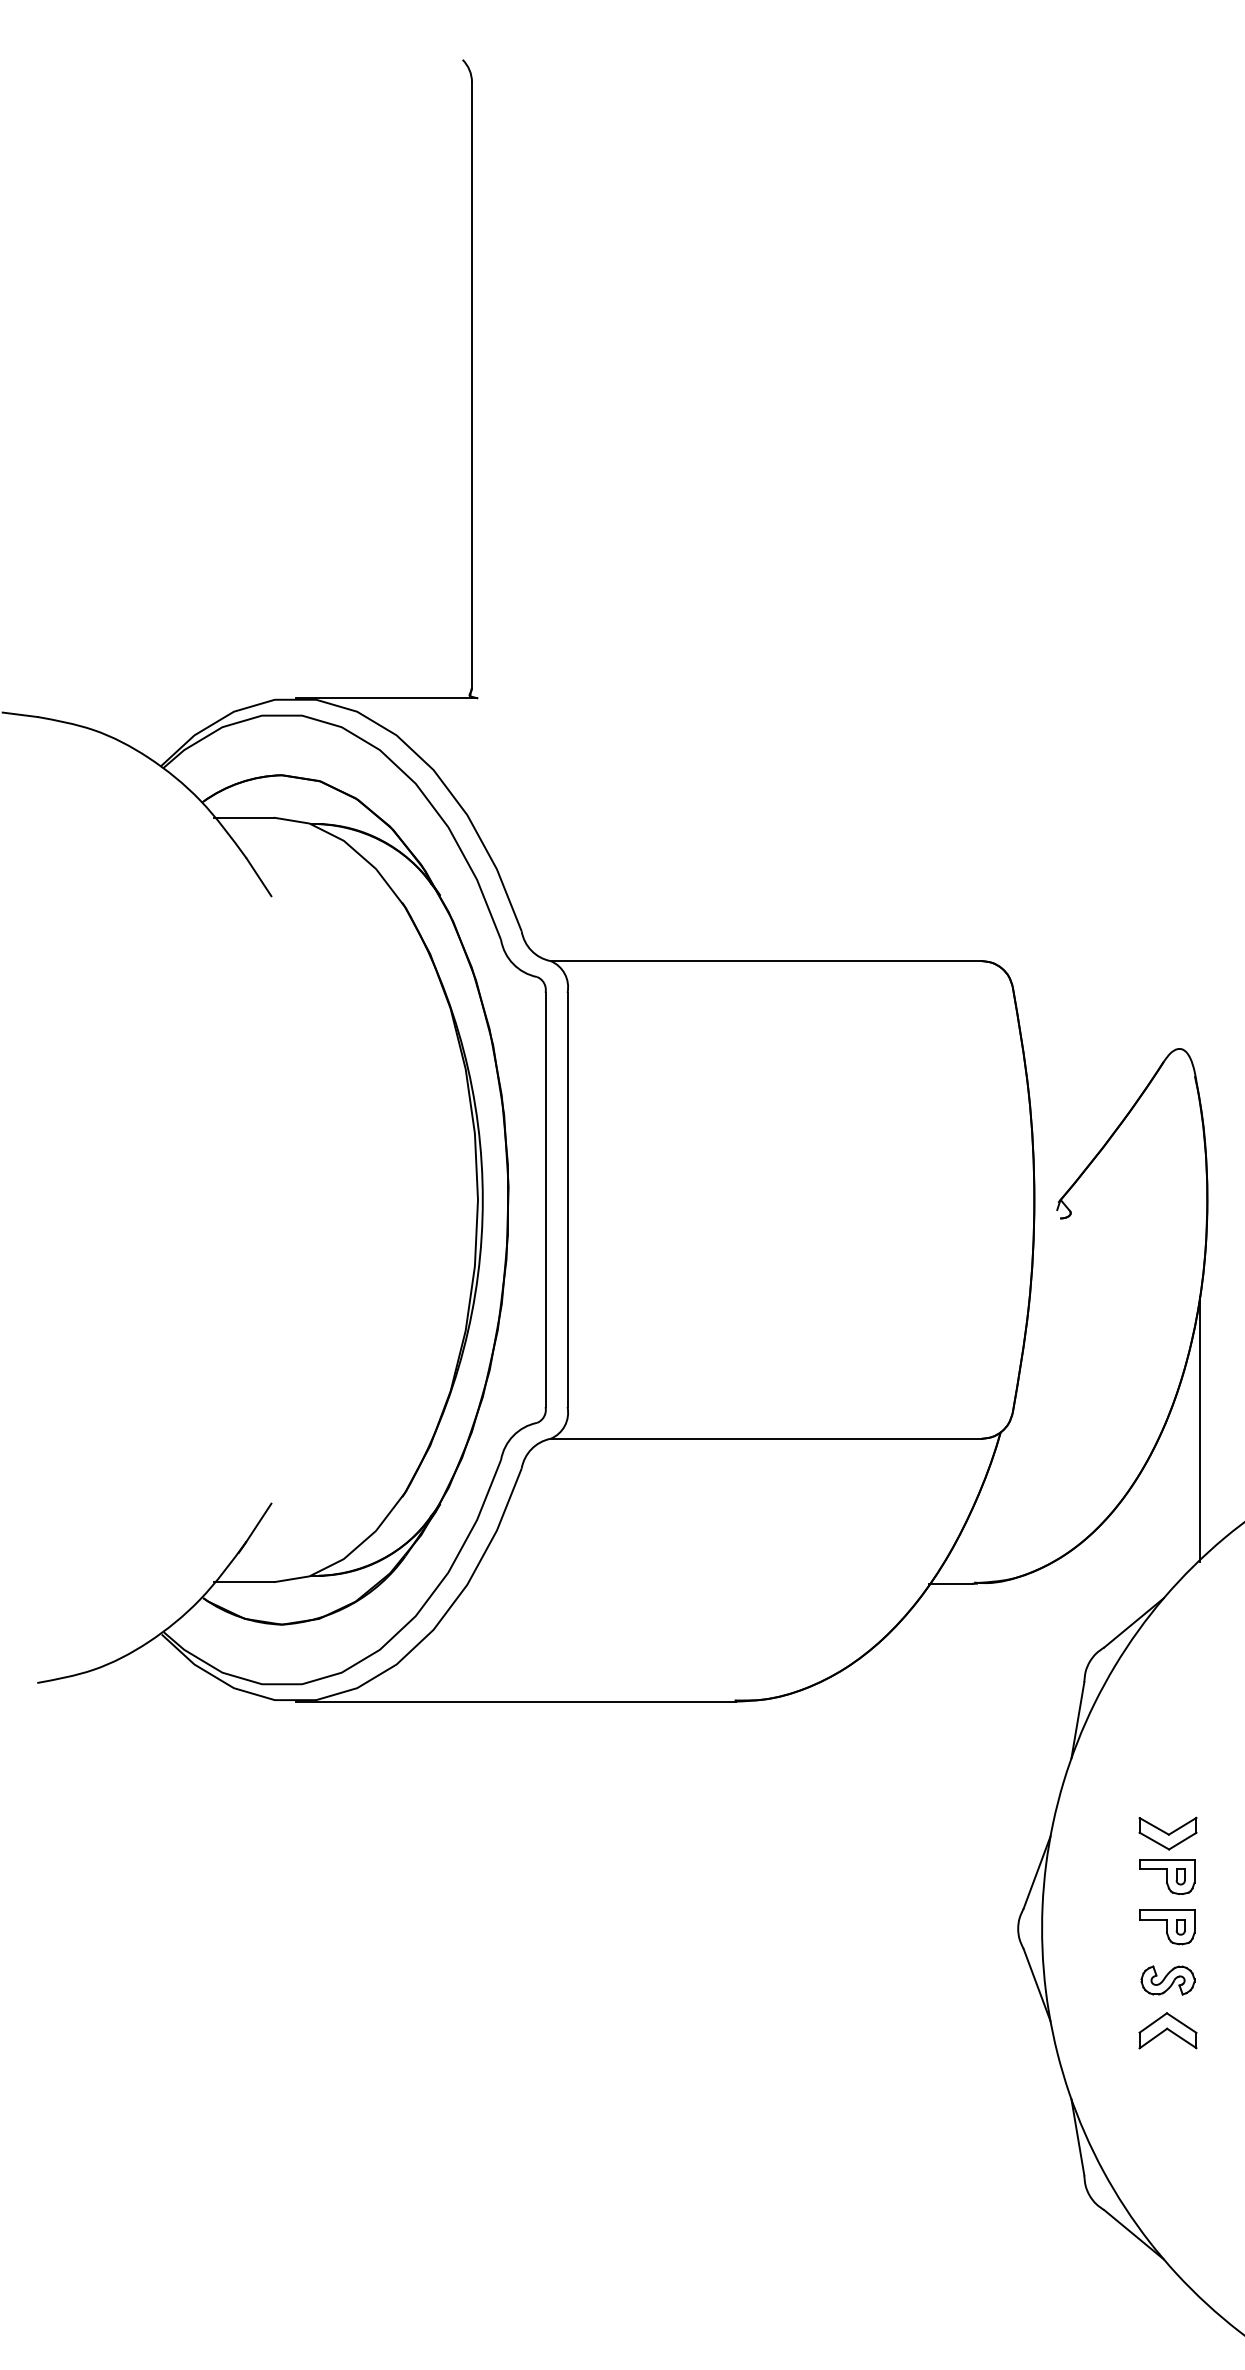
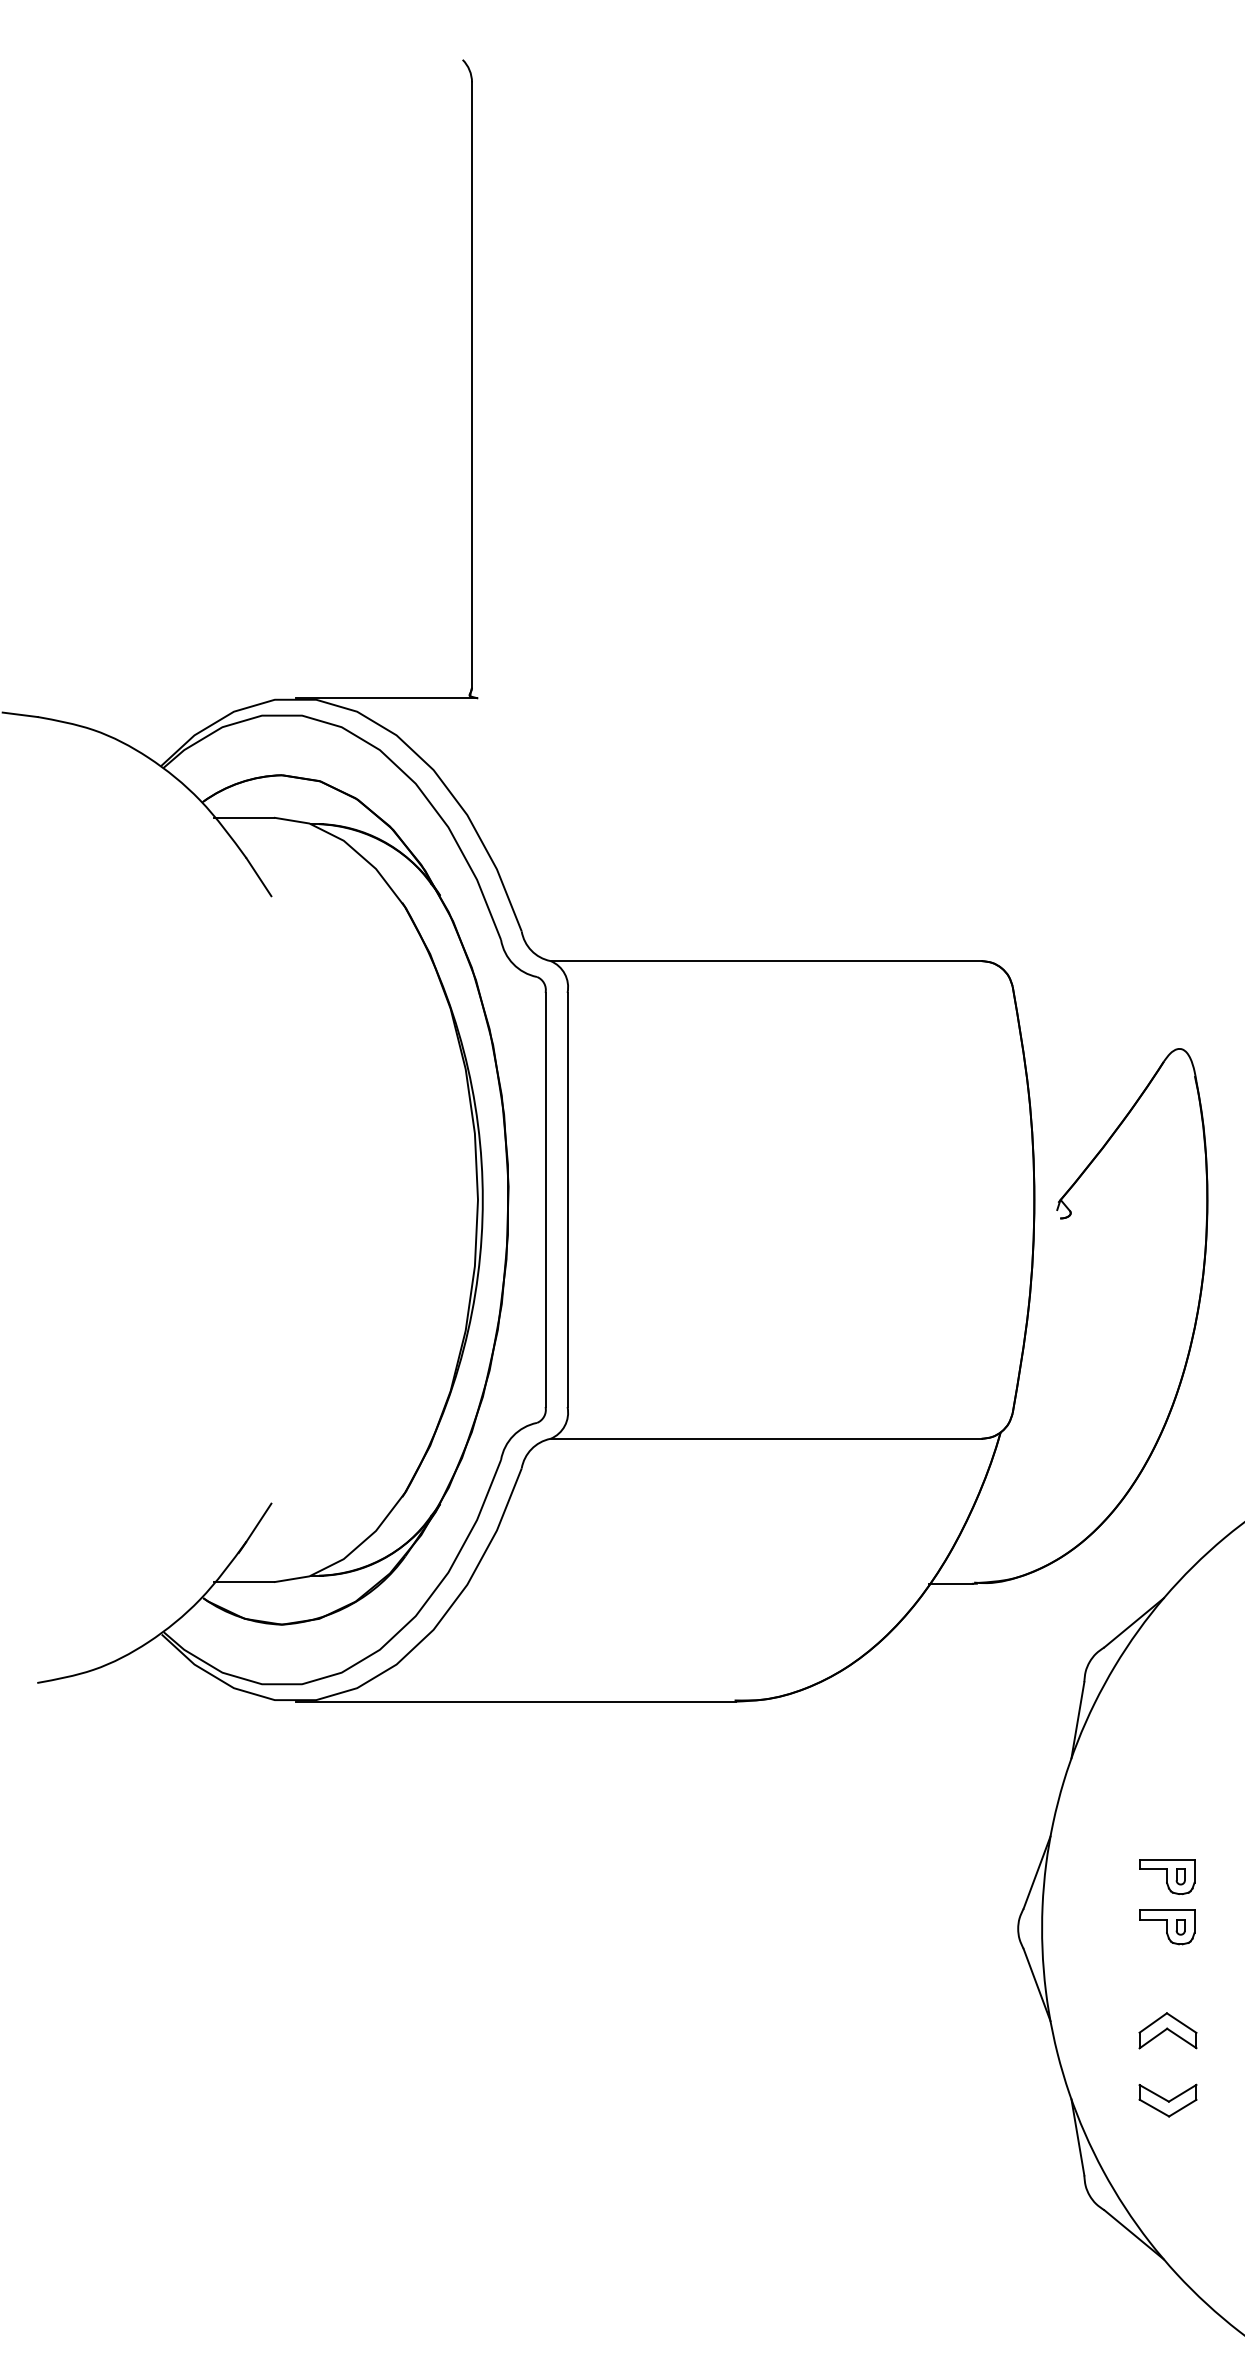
line at (1199, 1429): present -> none
part at (1167, 1833) position: (1167, 1833) -> (1167, 2100)
part at (1167, 1980): present -> none
